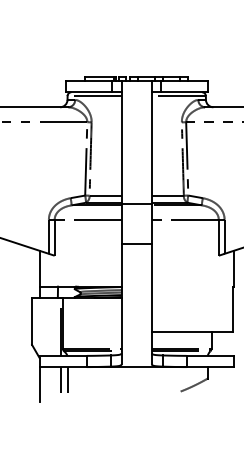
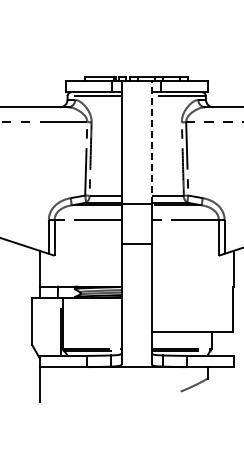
line at (151, 142): solid -> dashed
line at (60, 380): present -> none
line at (67, 380): present -> none
